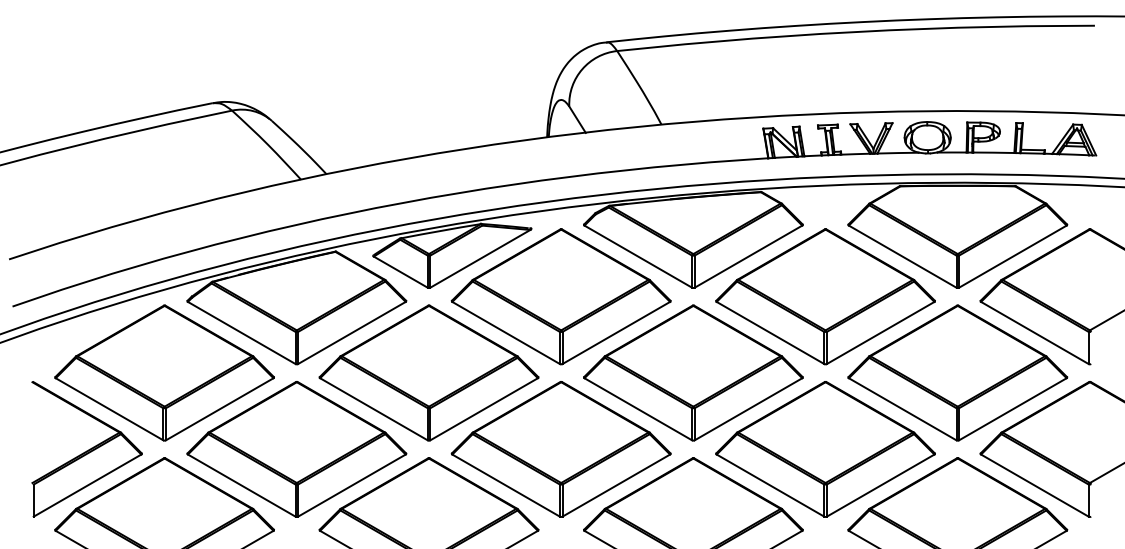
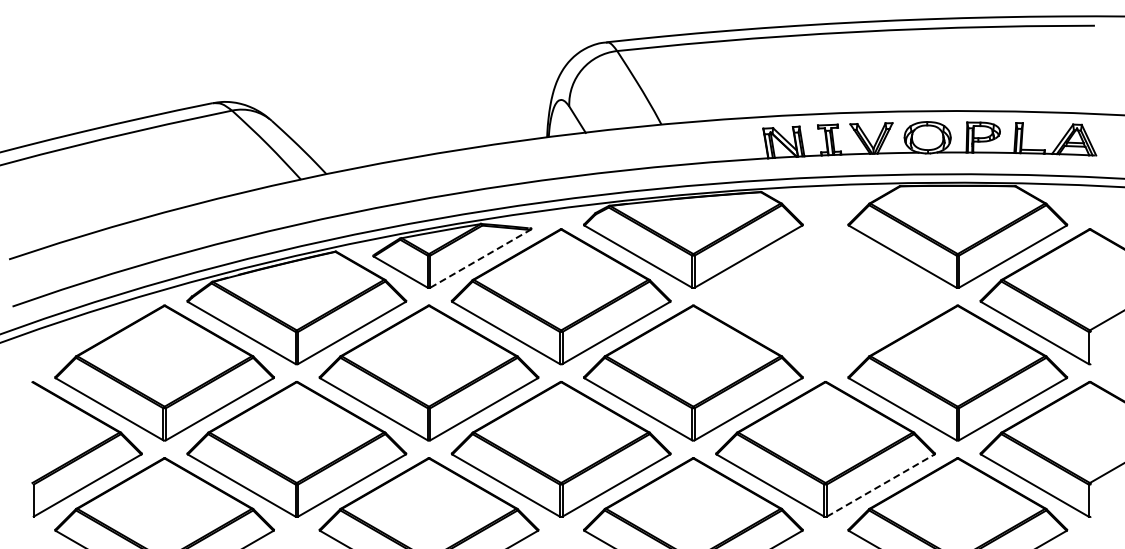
line at (480, 258): solid -> dashed
part at (825, 296): present -> none
line at (881, 485): solid -> dashed
